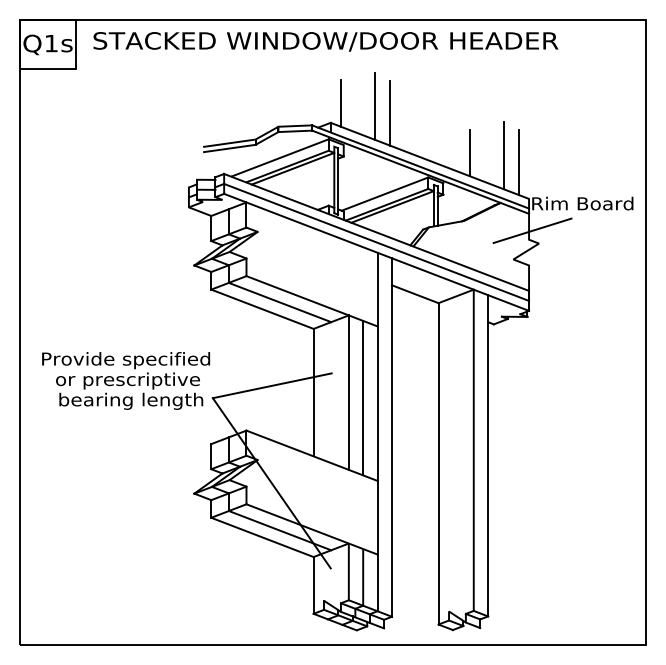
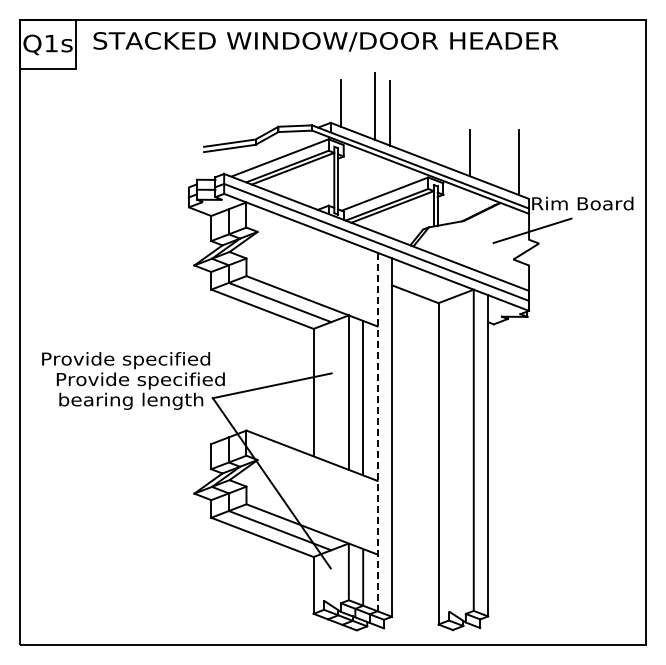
line at (503, 155): present -> none
text at (140, 380): or prescriptive -> Provide specified
line at (377, 432): solid -> dashed
